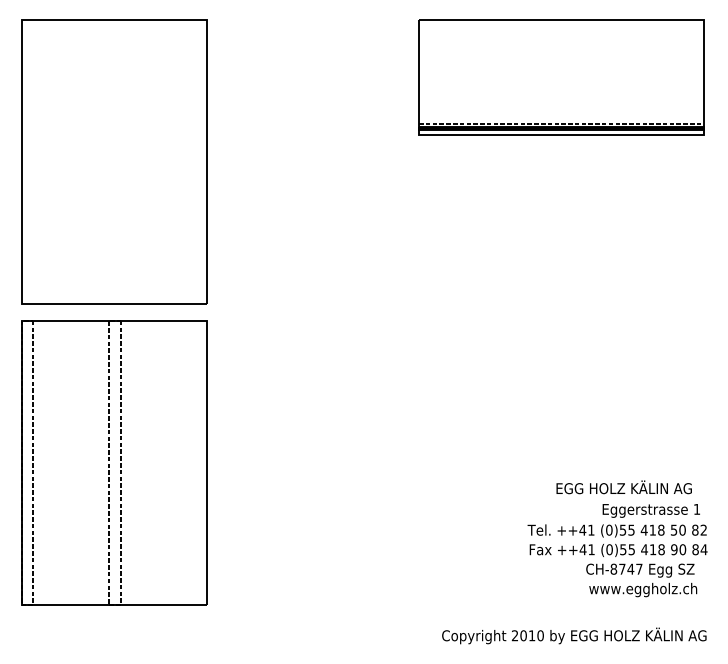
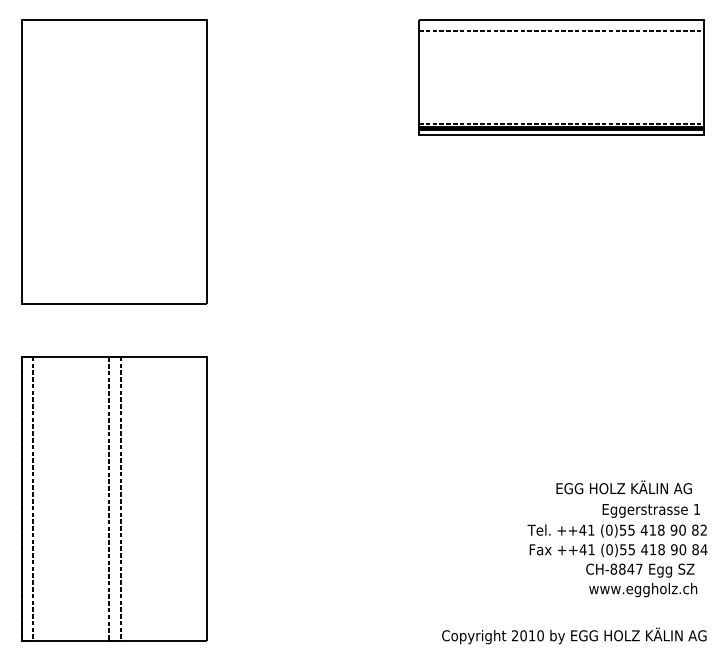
line at (561, 30): none -> present
part at (114, 462) position: (114, 462) -> (114, 498)
text at (673, 529): 50 -> 90
text at (622, 568): CH-8747 -> CH-8847
